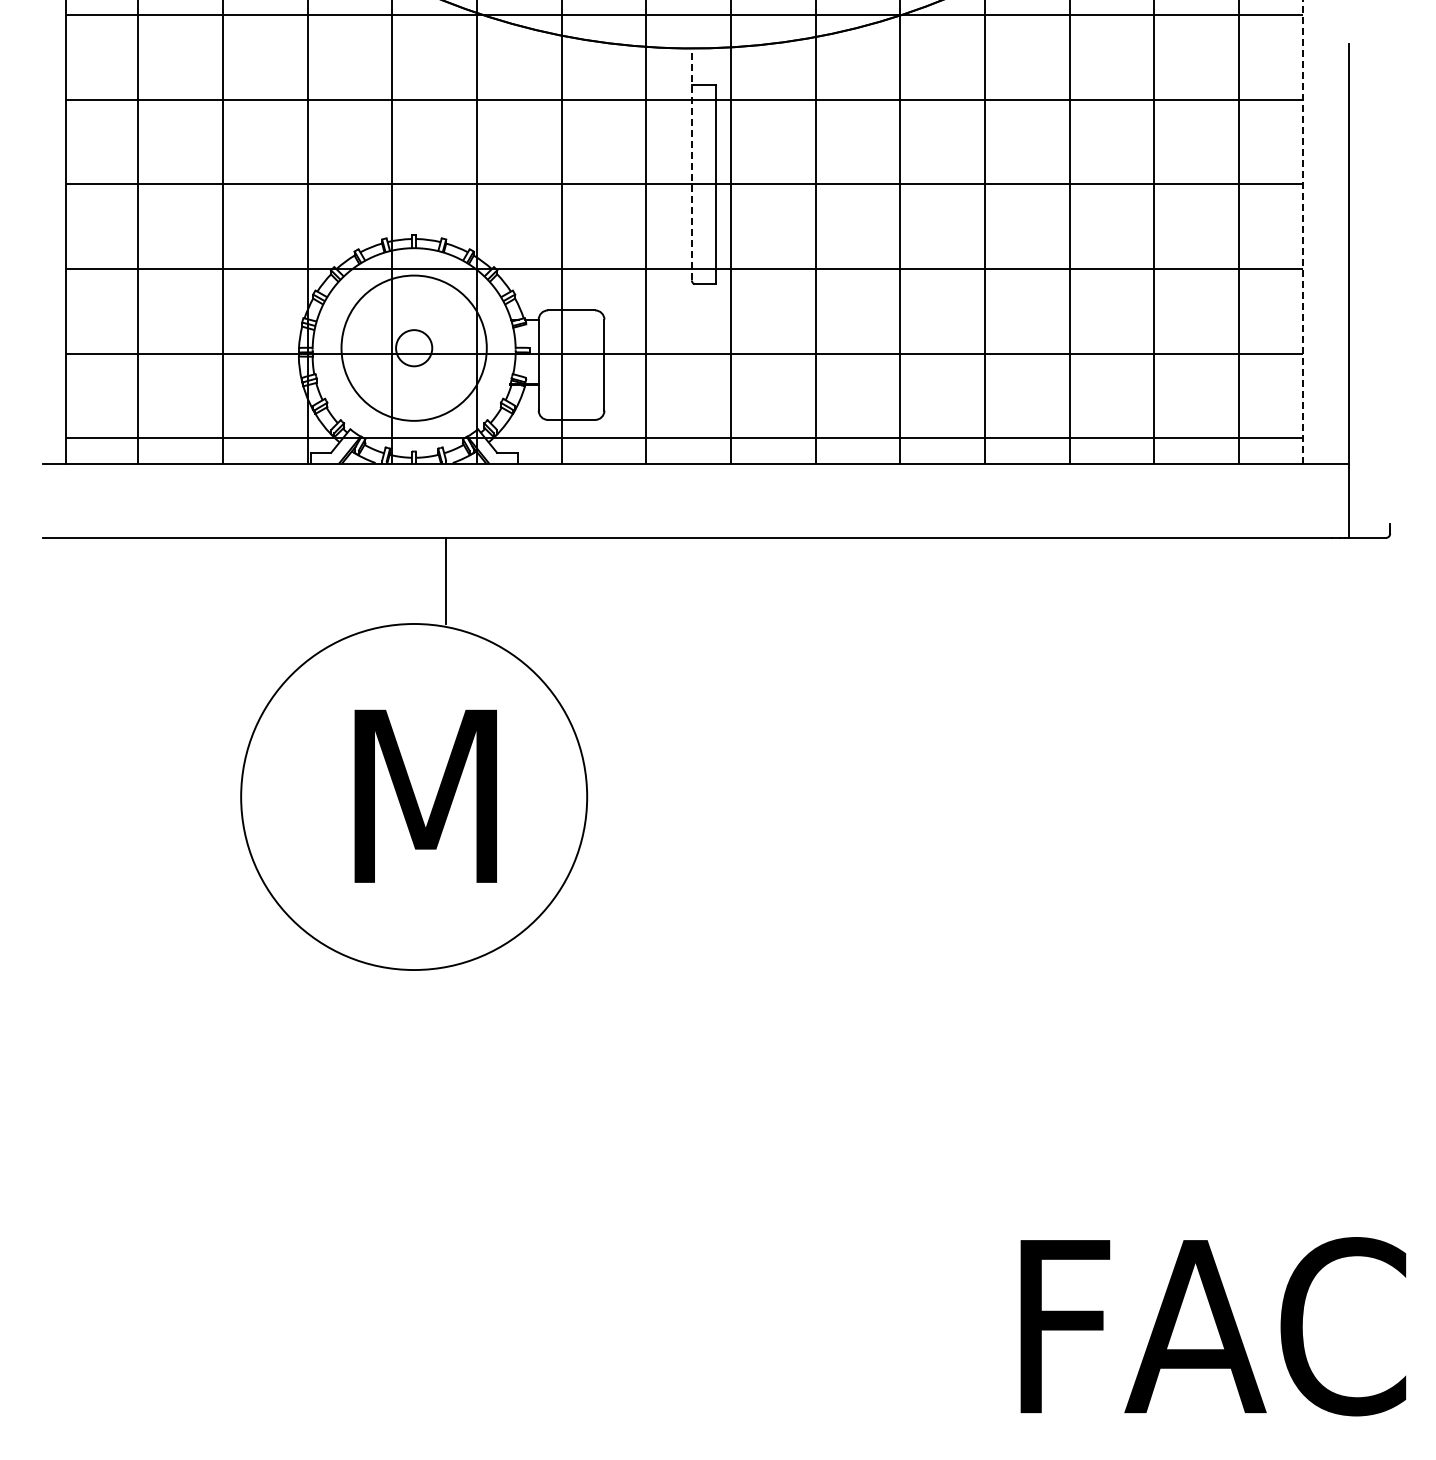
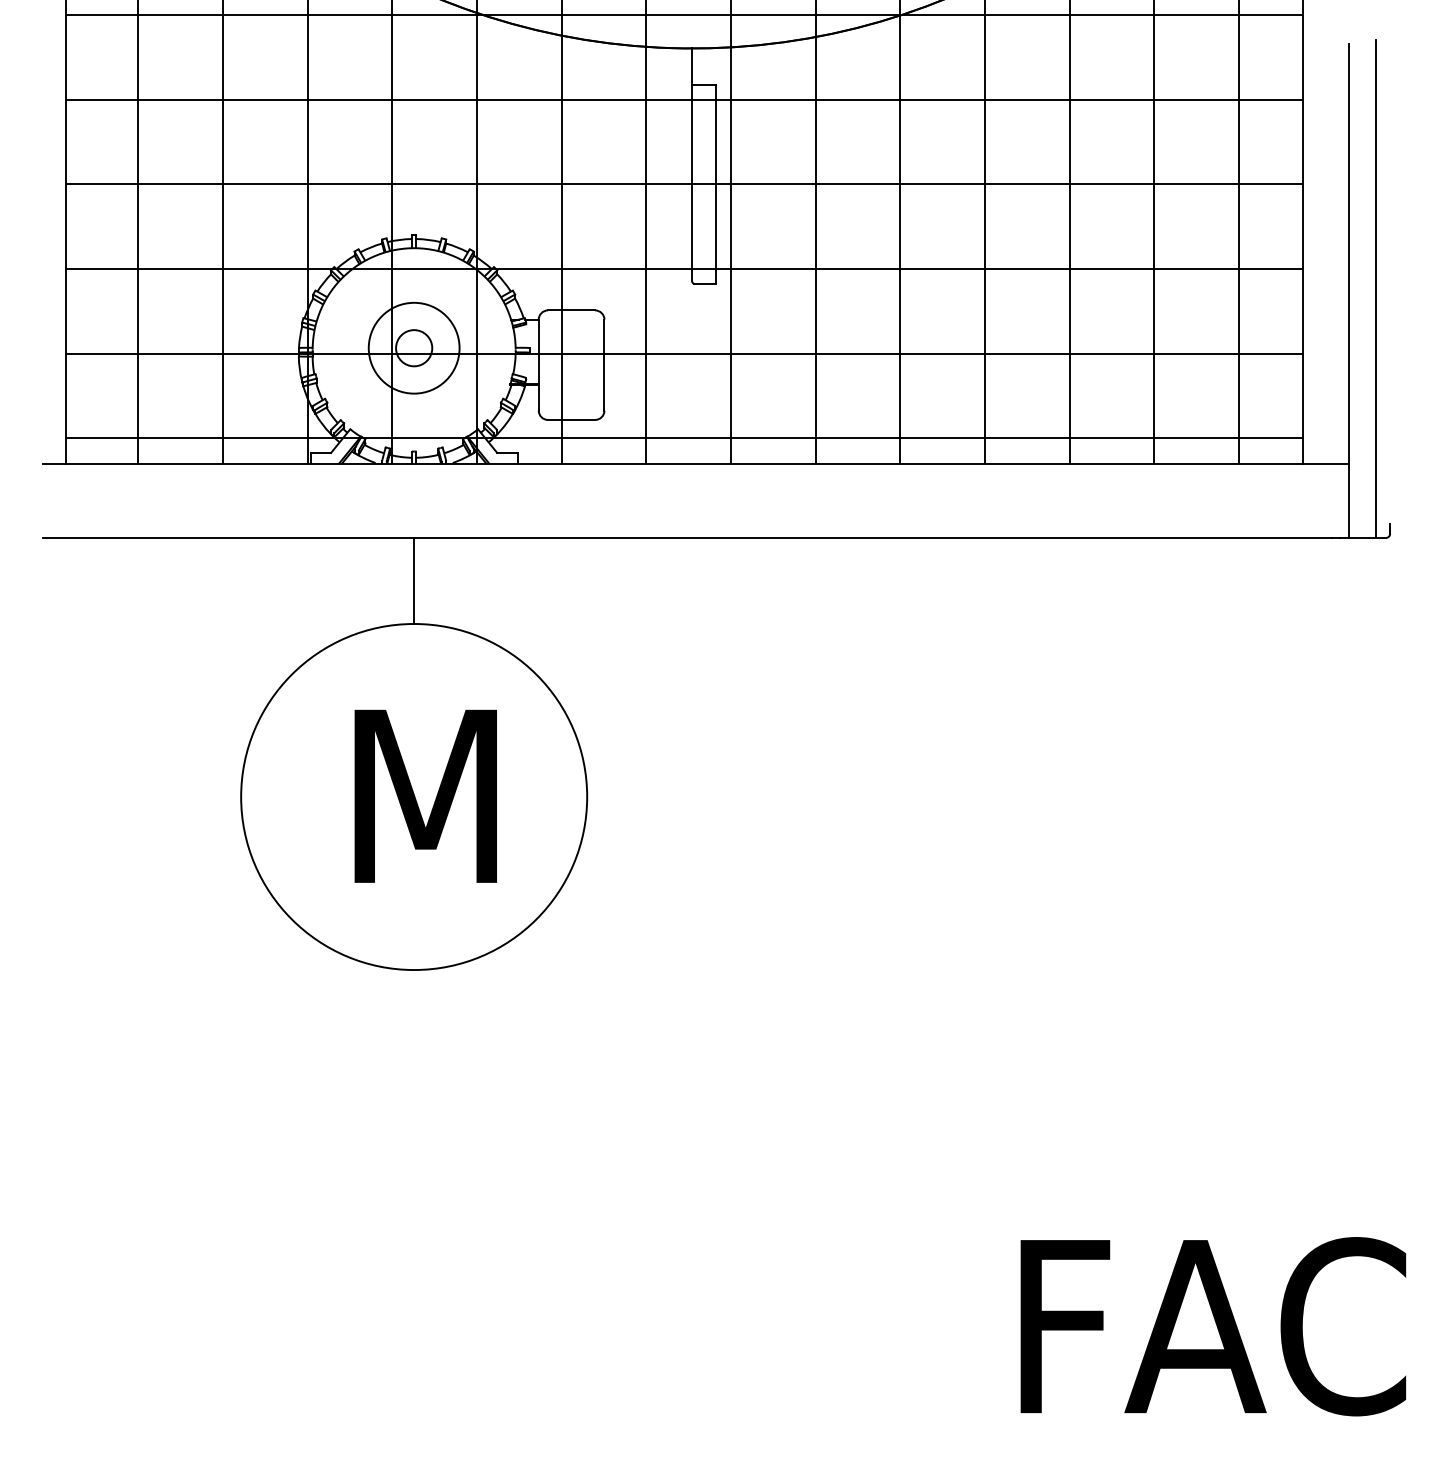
line at (691, 163): dashed -> solid
line at (1302, 232): dashed -> solid
line at (1376, 288): none -> present
circle at (413, 347) diameter: 145 px -> 91 px
line at (446, 580) position: (446, 580) -> (414, 580)
